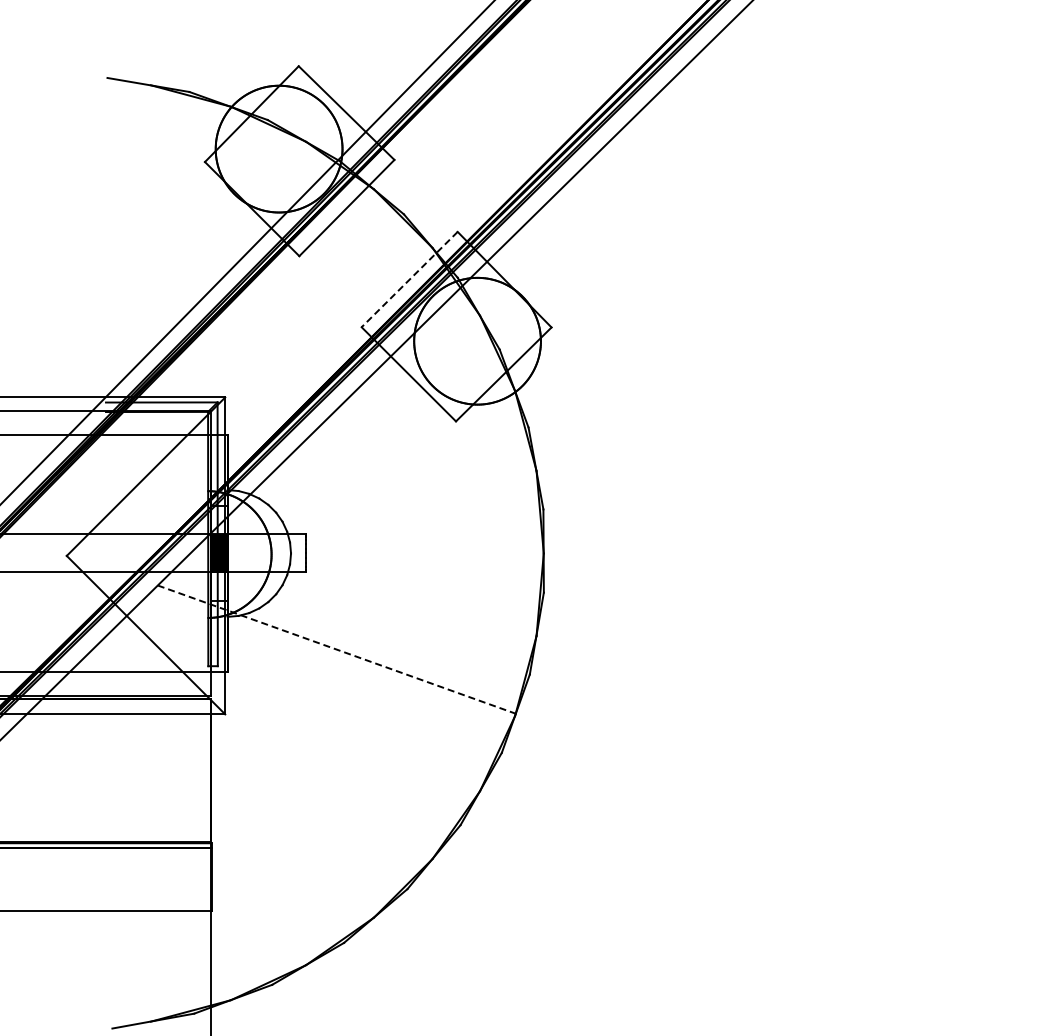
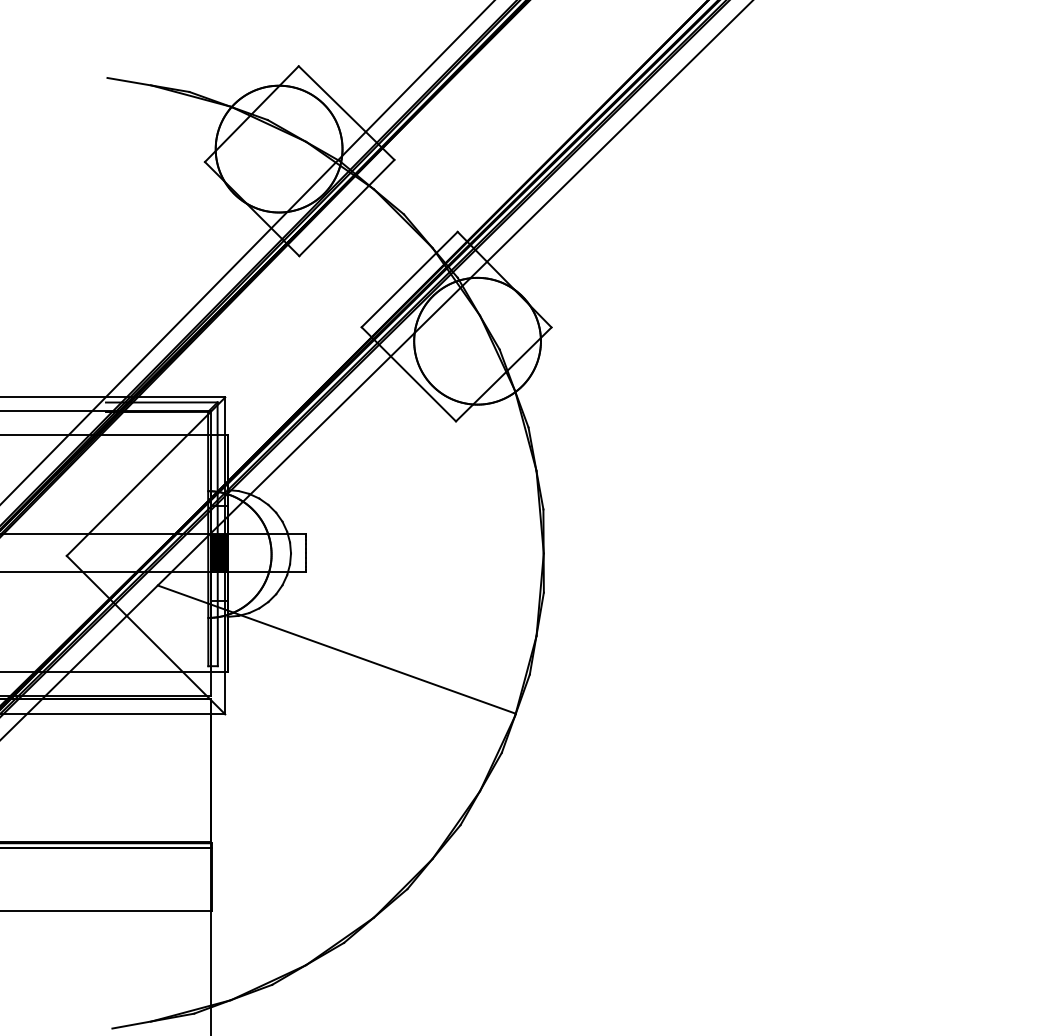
line at (409, 279): dashed -> solid
line at (337, 649): dashed -> solid
